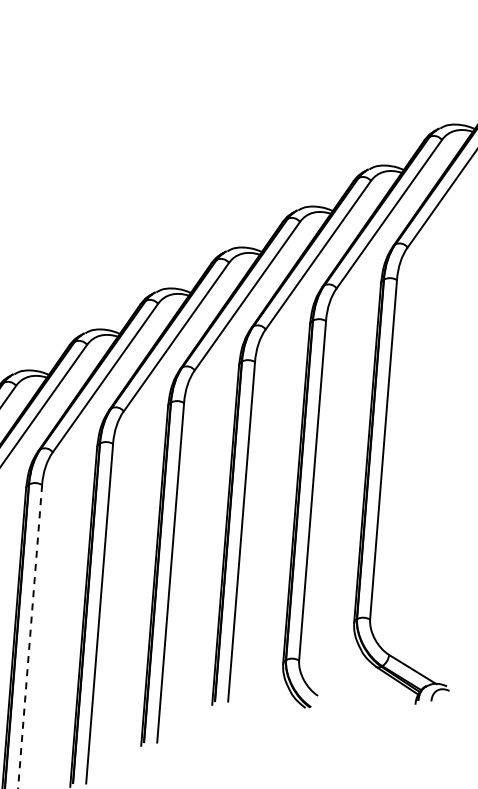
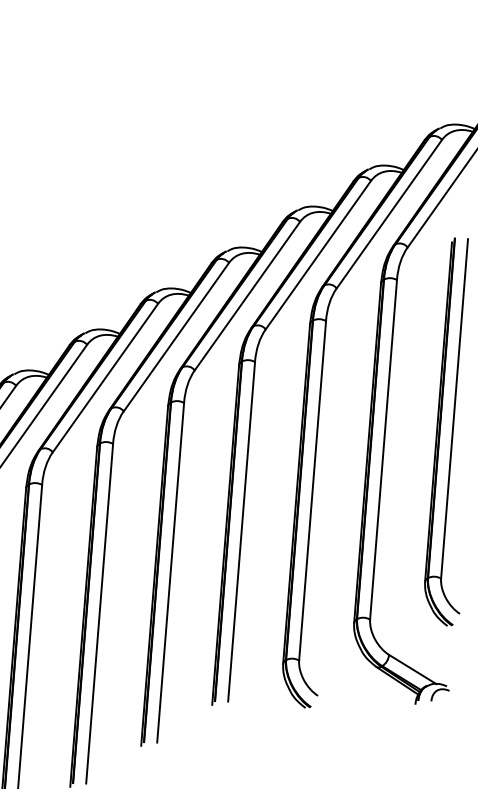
part at (446, 431): none -> present
line at (30, 637): dashed -> solid
